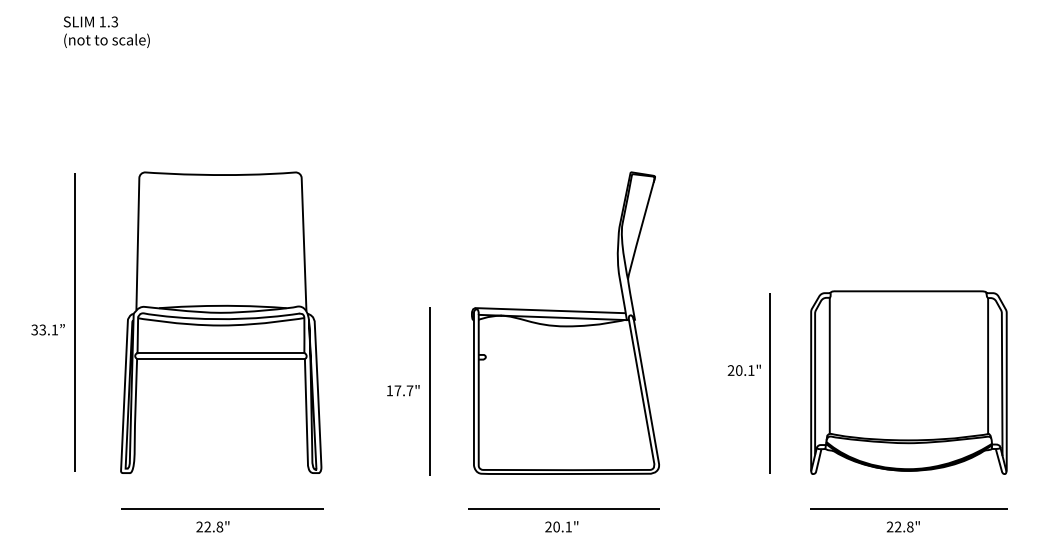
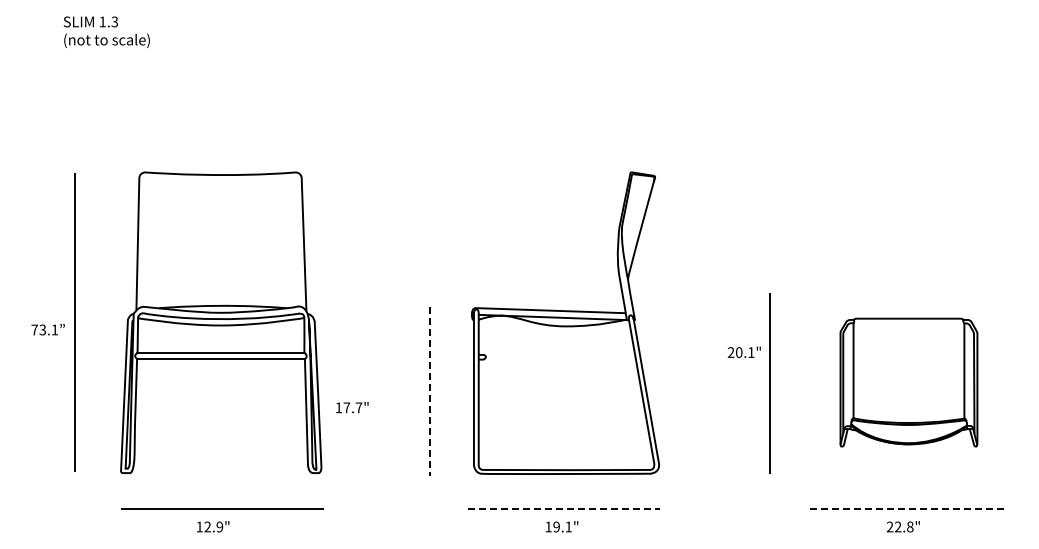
text at (34, 329): 33.1 -> 73.1
text at (743, 369) position: (743, 369) -> (743, 351)
part at (908, 382) size: 198x185 px -> 140x131 px
text at (403, 390) position: (403, 390) -> (352, 407)
line at (430, 391): solid -> dashed
line at (564, 509): solid -> dashed
line at (908, 509): solid -> dashed
text at (209, 526): 22.8" -> 12.9"
text at (552, 526): 20.1" -> 19.1"
